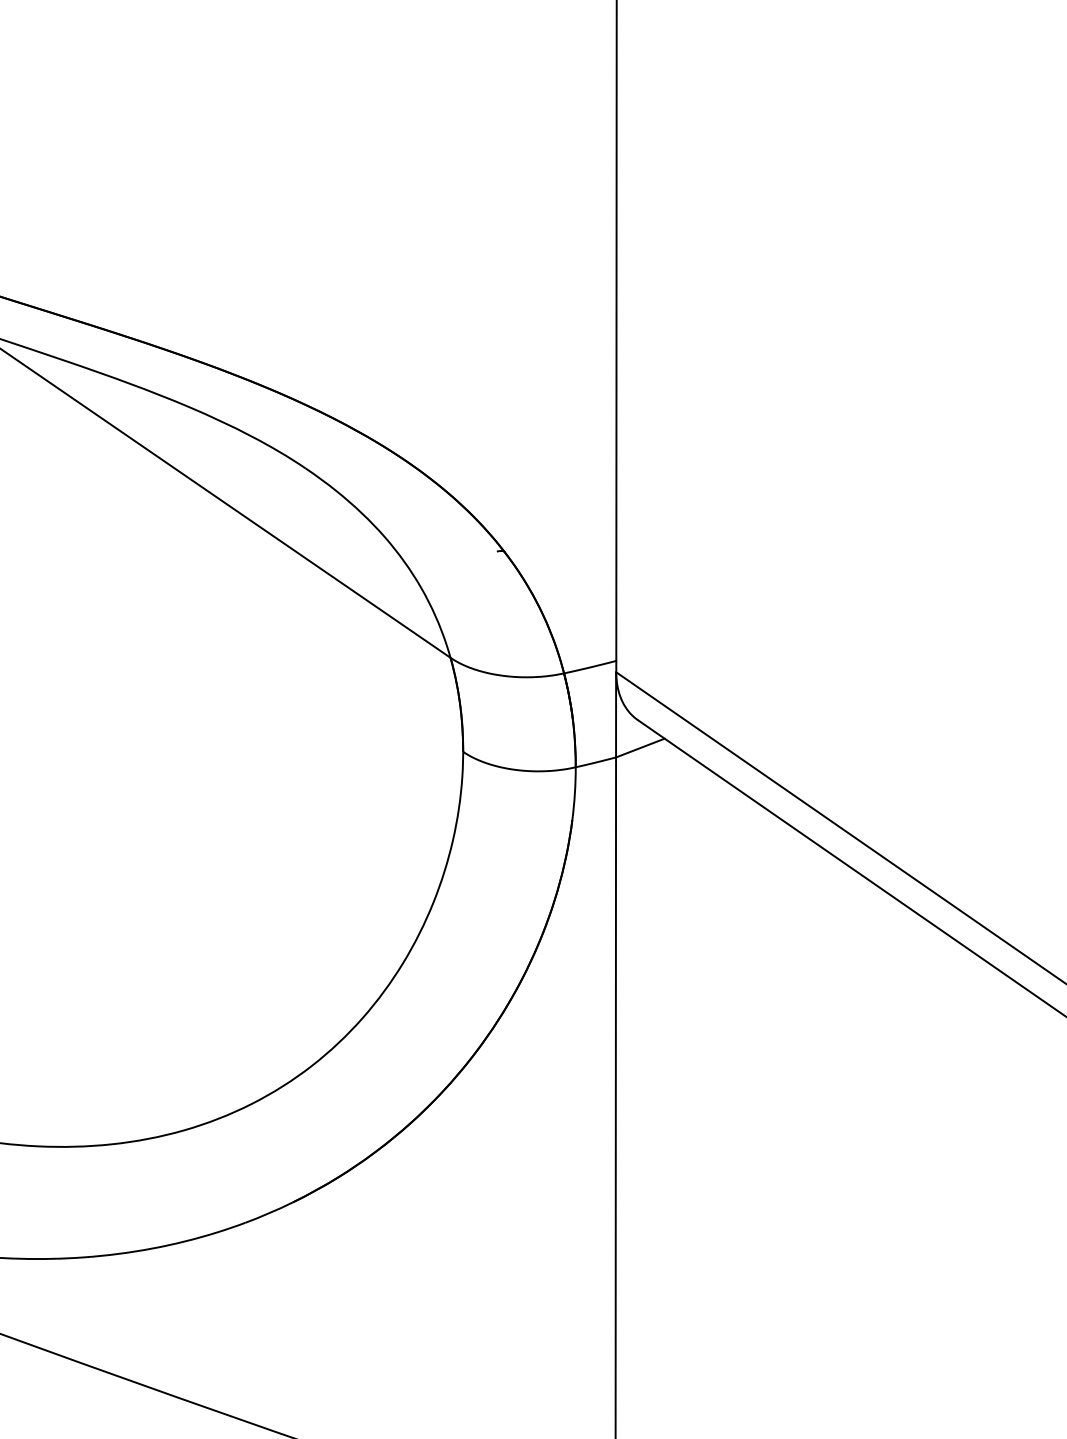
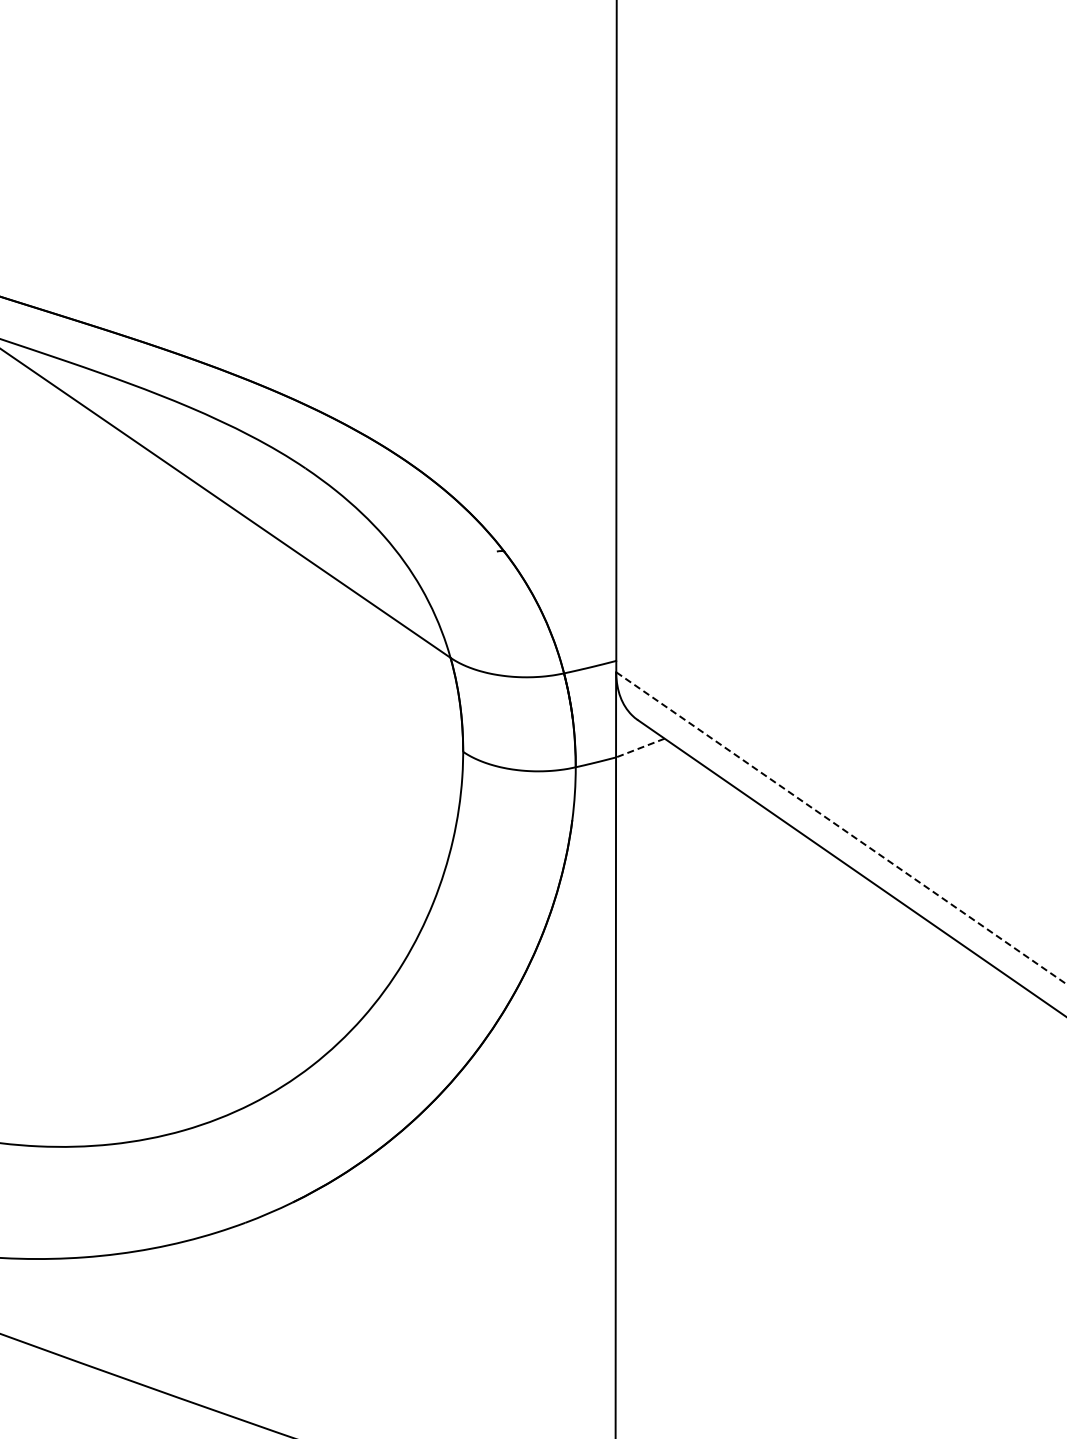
line at (639, 748): solid -> dashed
line at (841, 828): solid -> dashed
